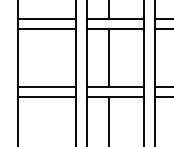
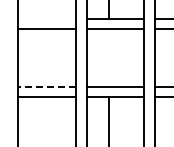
line at (47, 18): present -> none
line at (108, 57): present -> none
line at (47, 86): solid -> dashed
